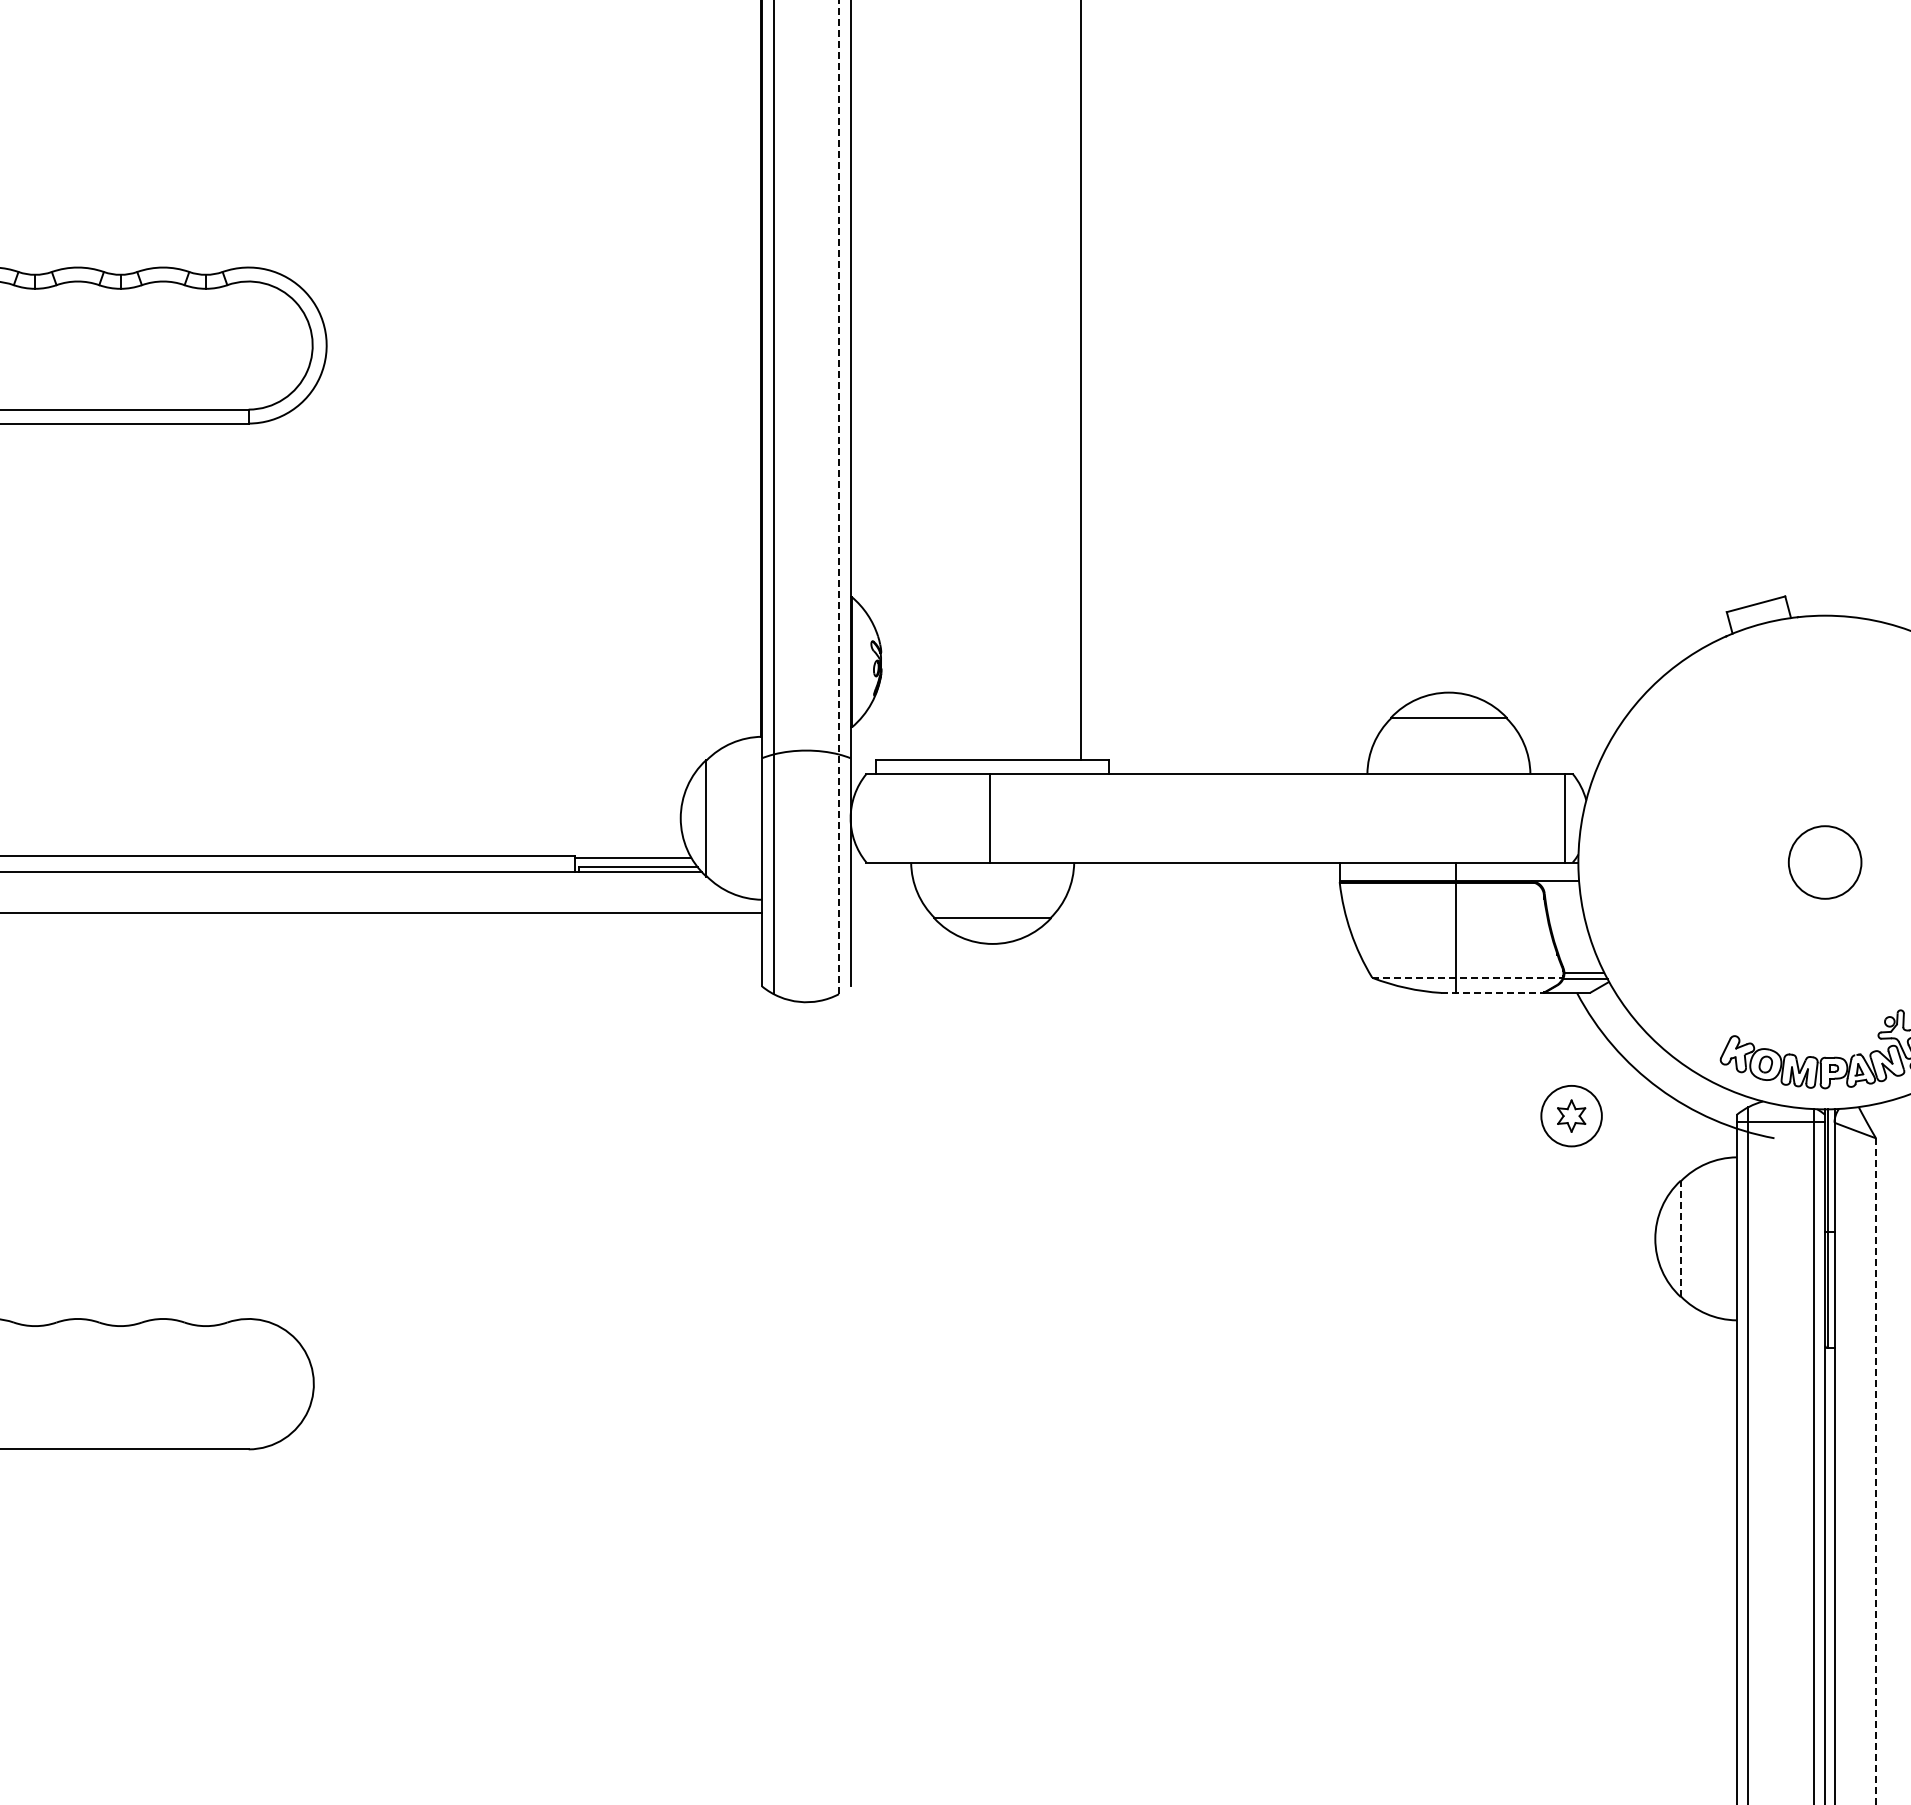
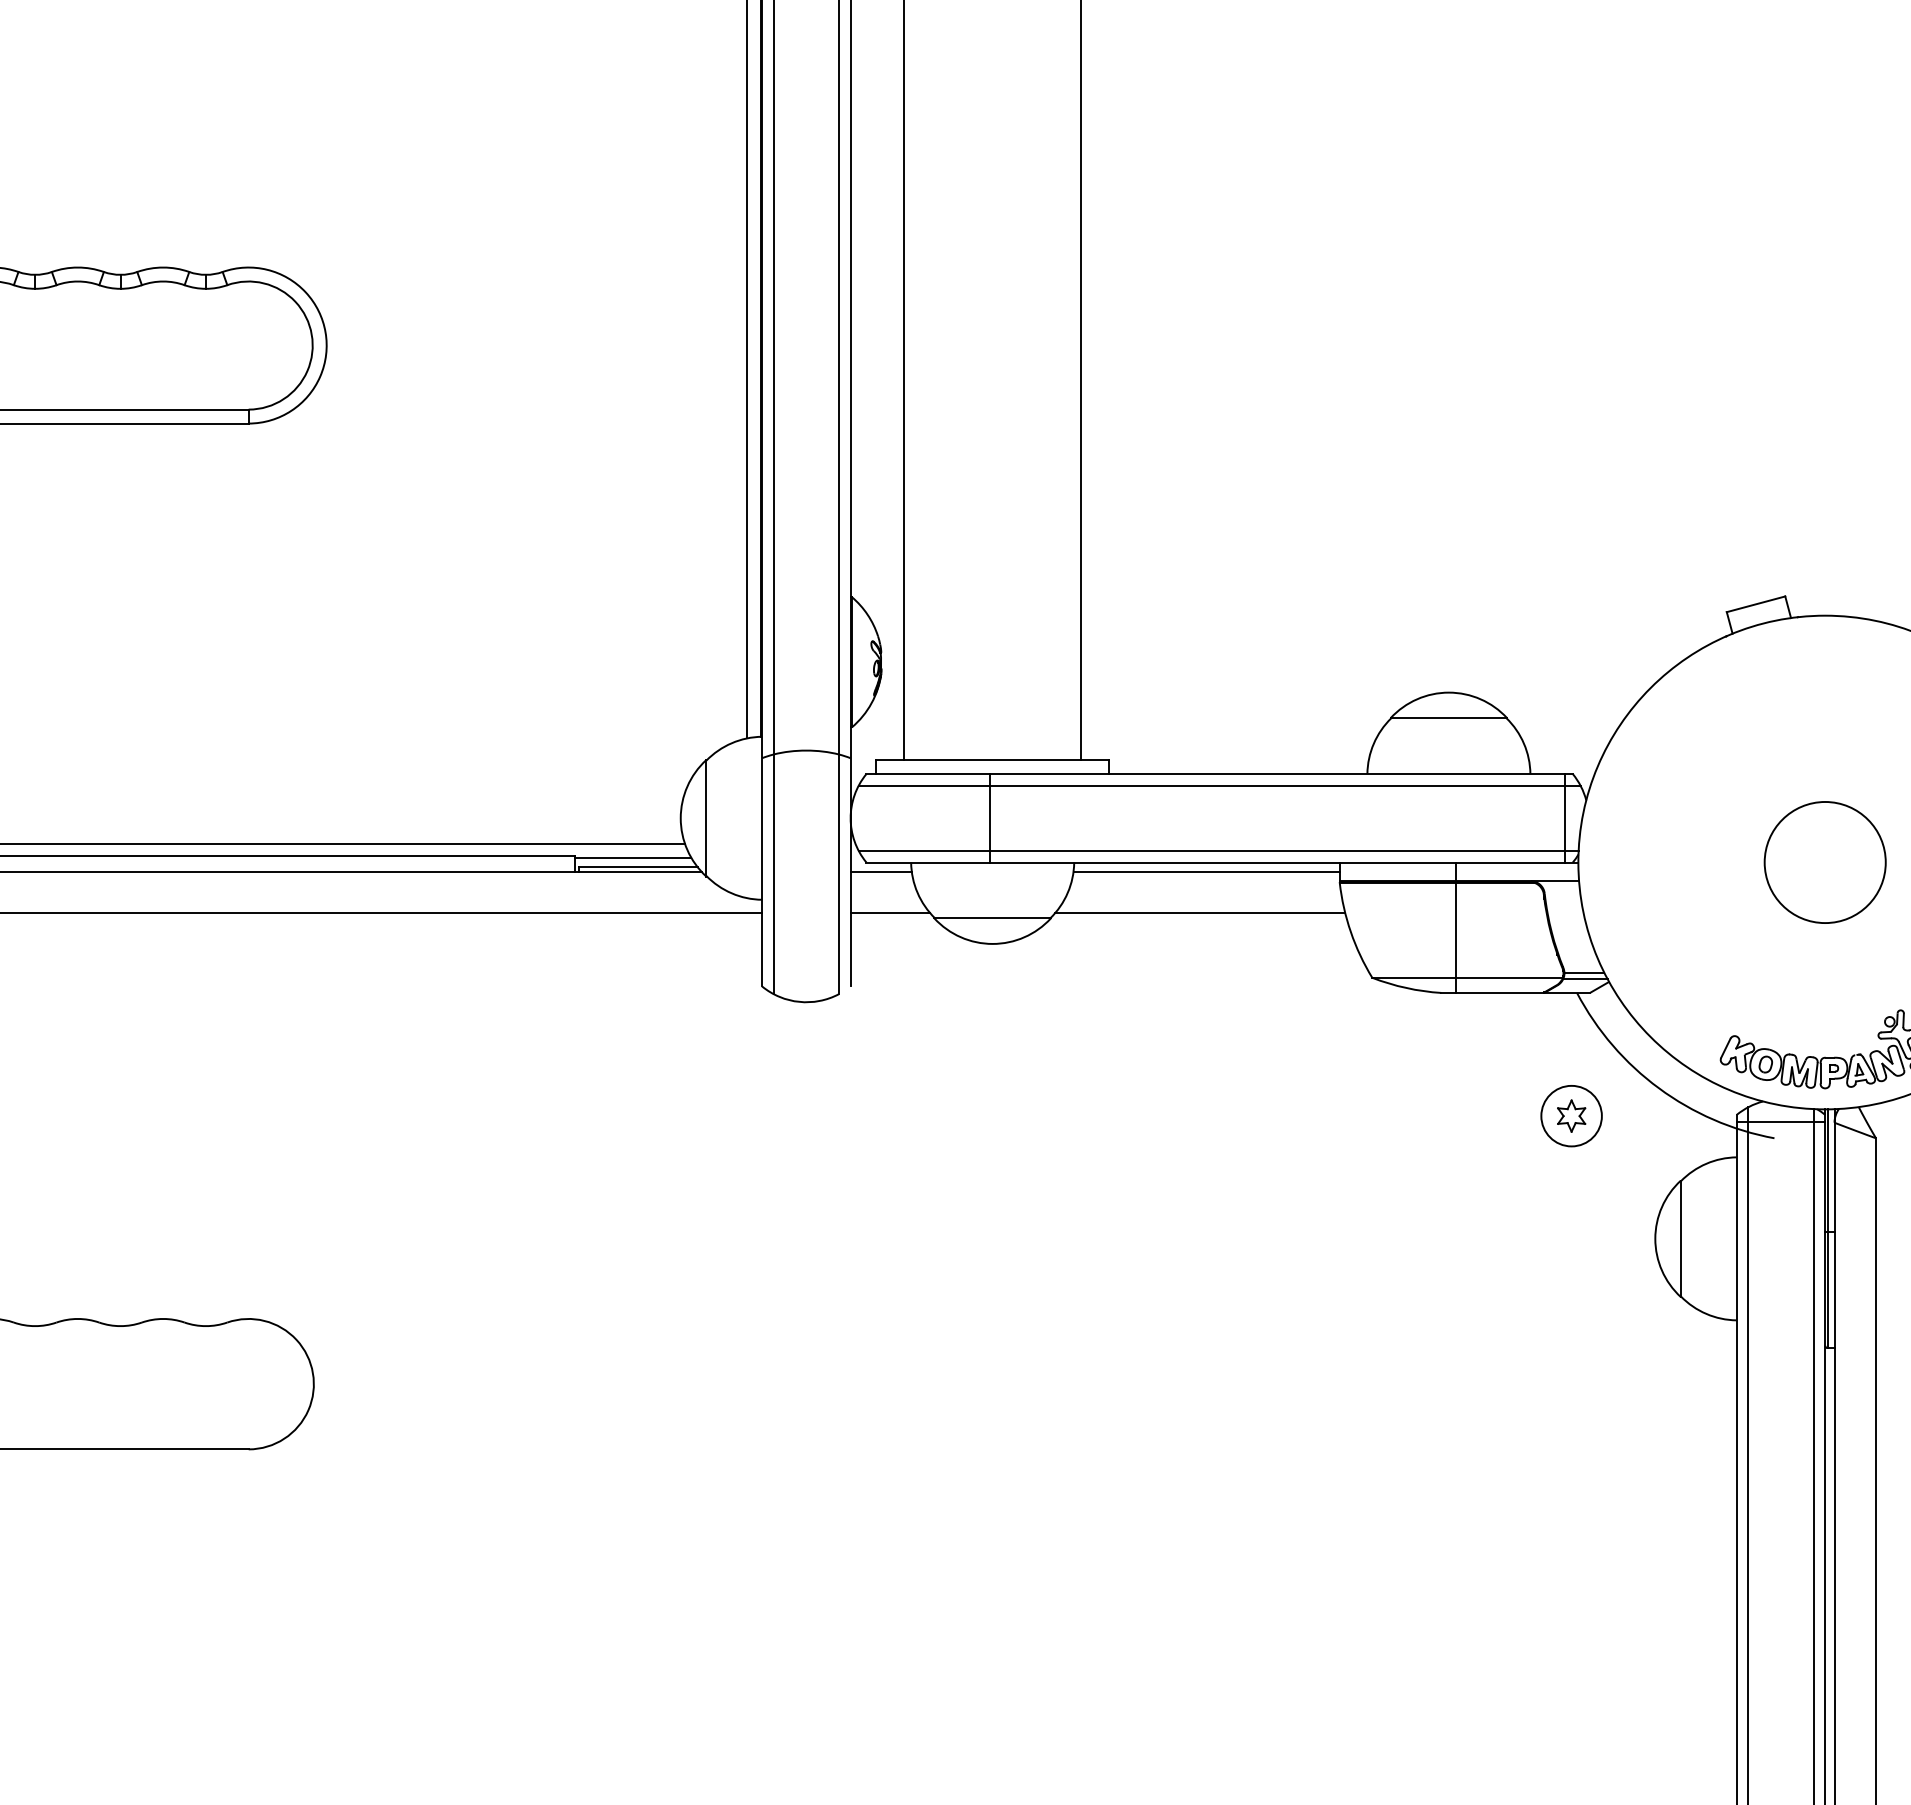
line at (747, 370): none -> present
line at (904, 381): none -> present
line at (838, 497): dashed -> solid
line at (1219, 785): none -> present
line at (343, 843): none -> present
line at (1218, 850): none -> present
circle at (1824, 862) size: 76x75 px -> 124x123 px
line at (880, 871): none -> present
line at (1206, 871): none -> present
line at (890, 913): none -> present
line at (1200, 913): none -> present
line at (1468, 977): dashed -> solid
line at (1492, 992): dashed -> solid
line at (1680, 1238): dashed -> solid
line at (1875, 1471): dashed -> solid
